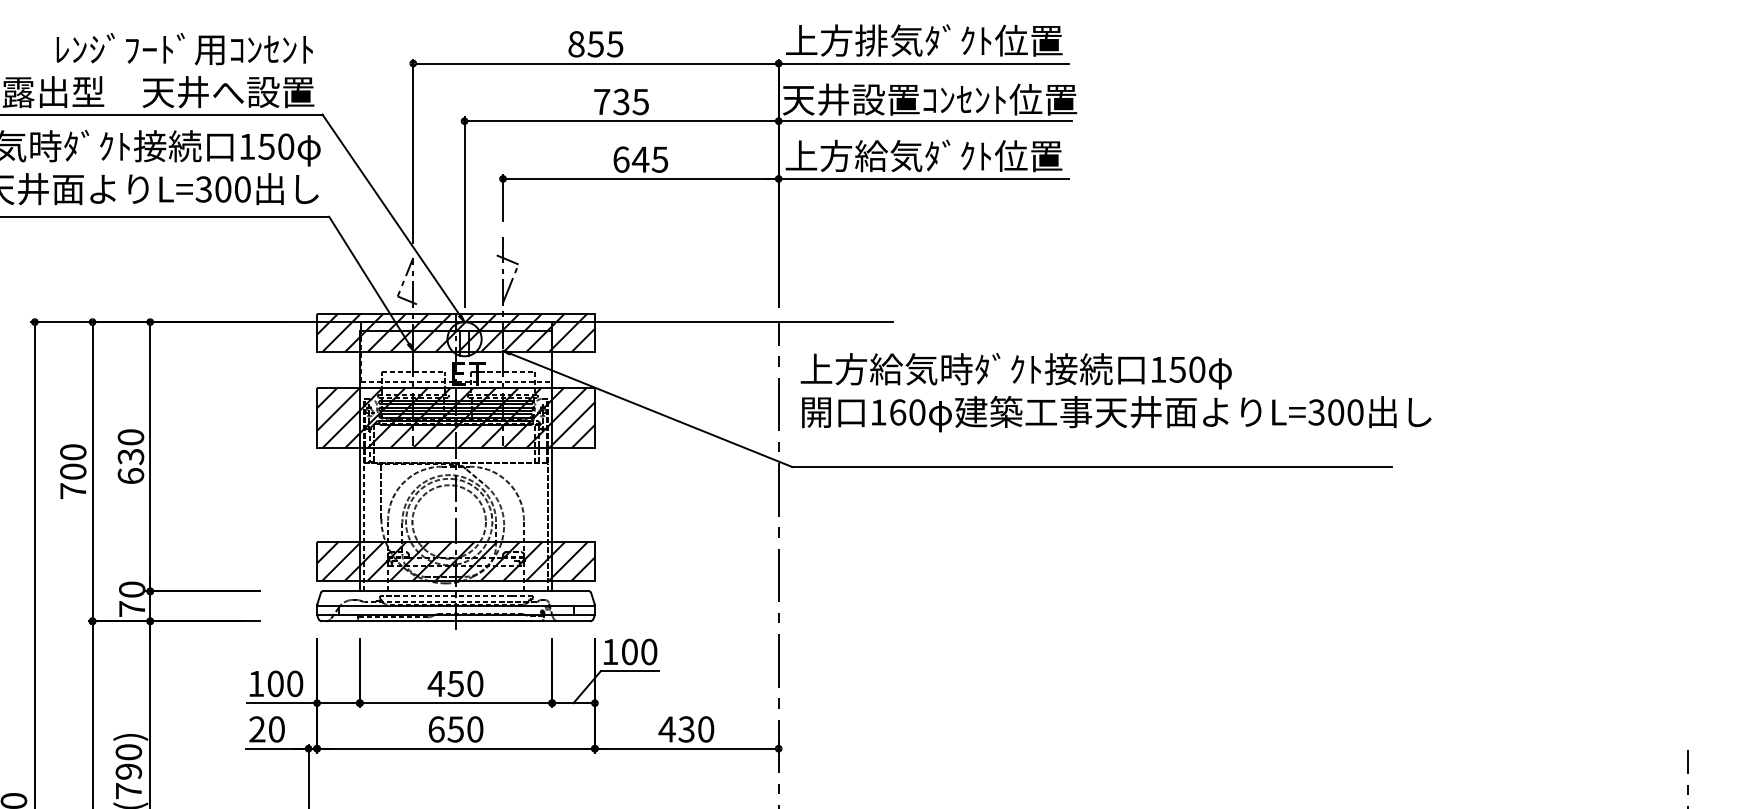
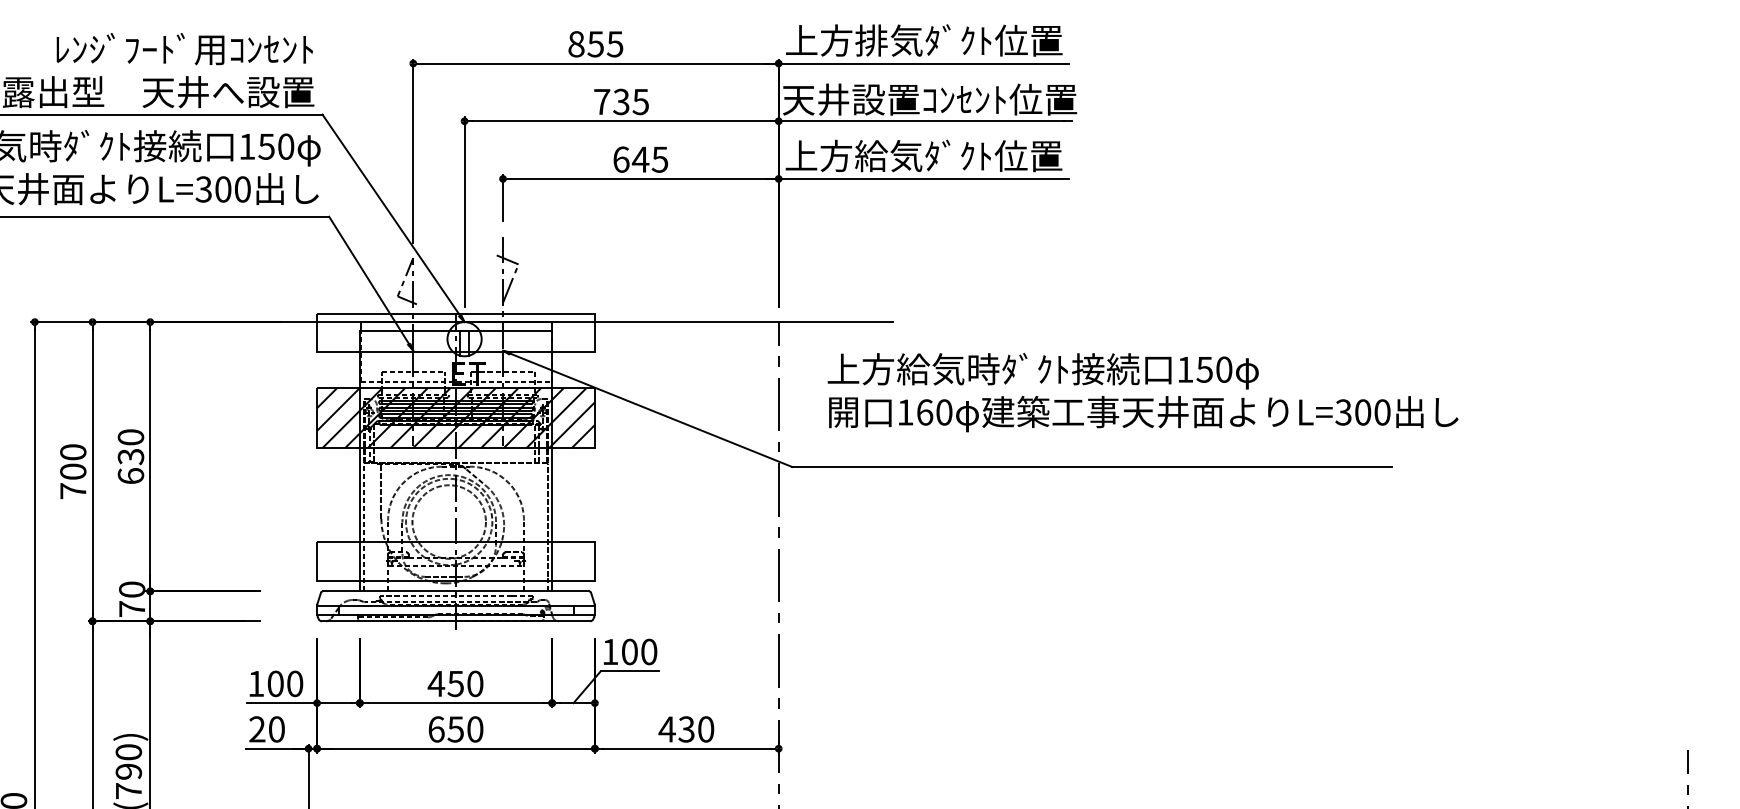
hatch at (455, 332): present -> none
text at (1115, 392) position: (1115, 392) -> (1142, 392)
hatch at (455, 561): present -> none
